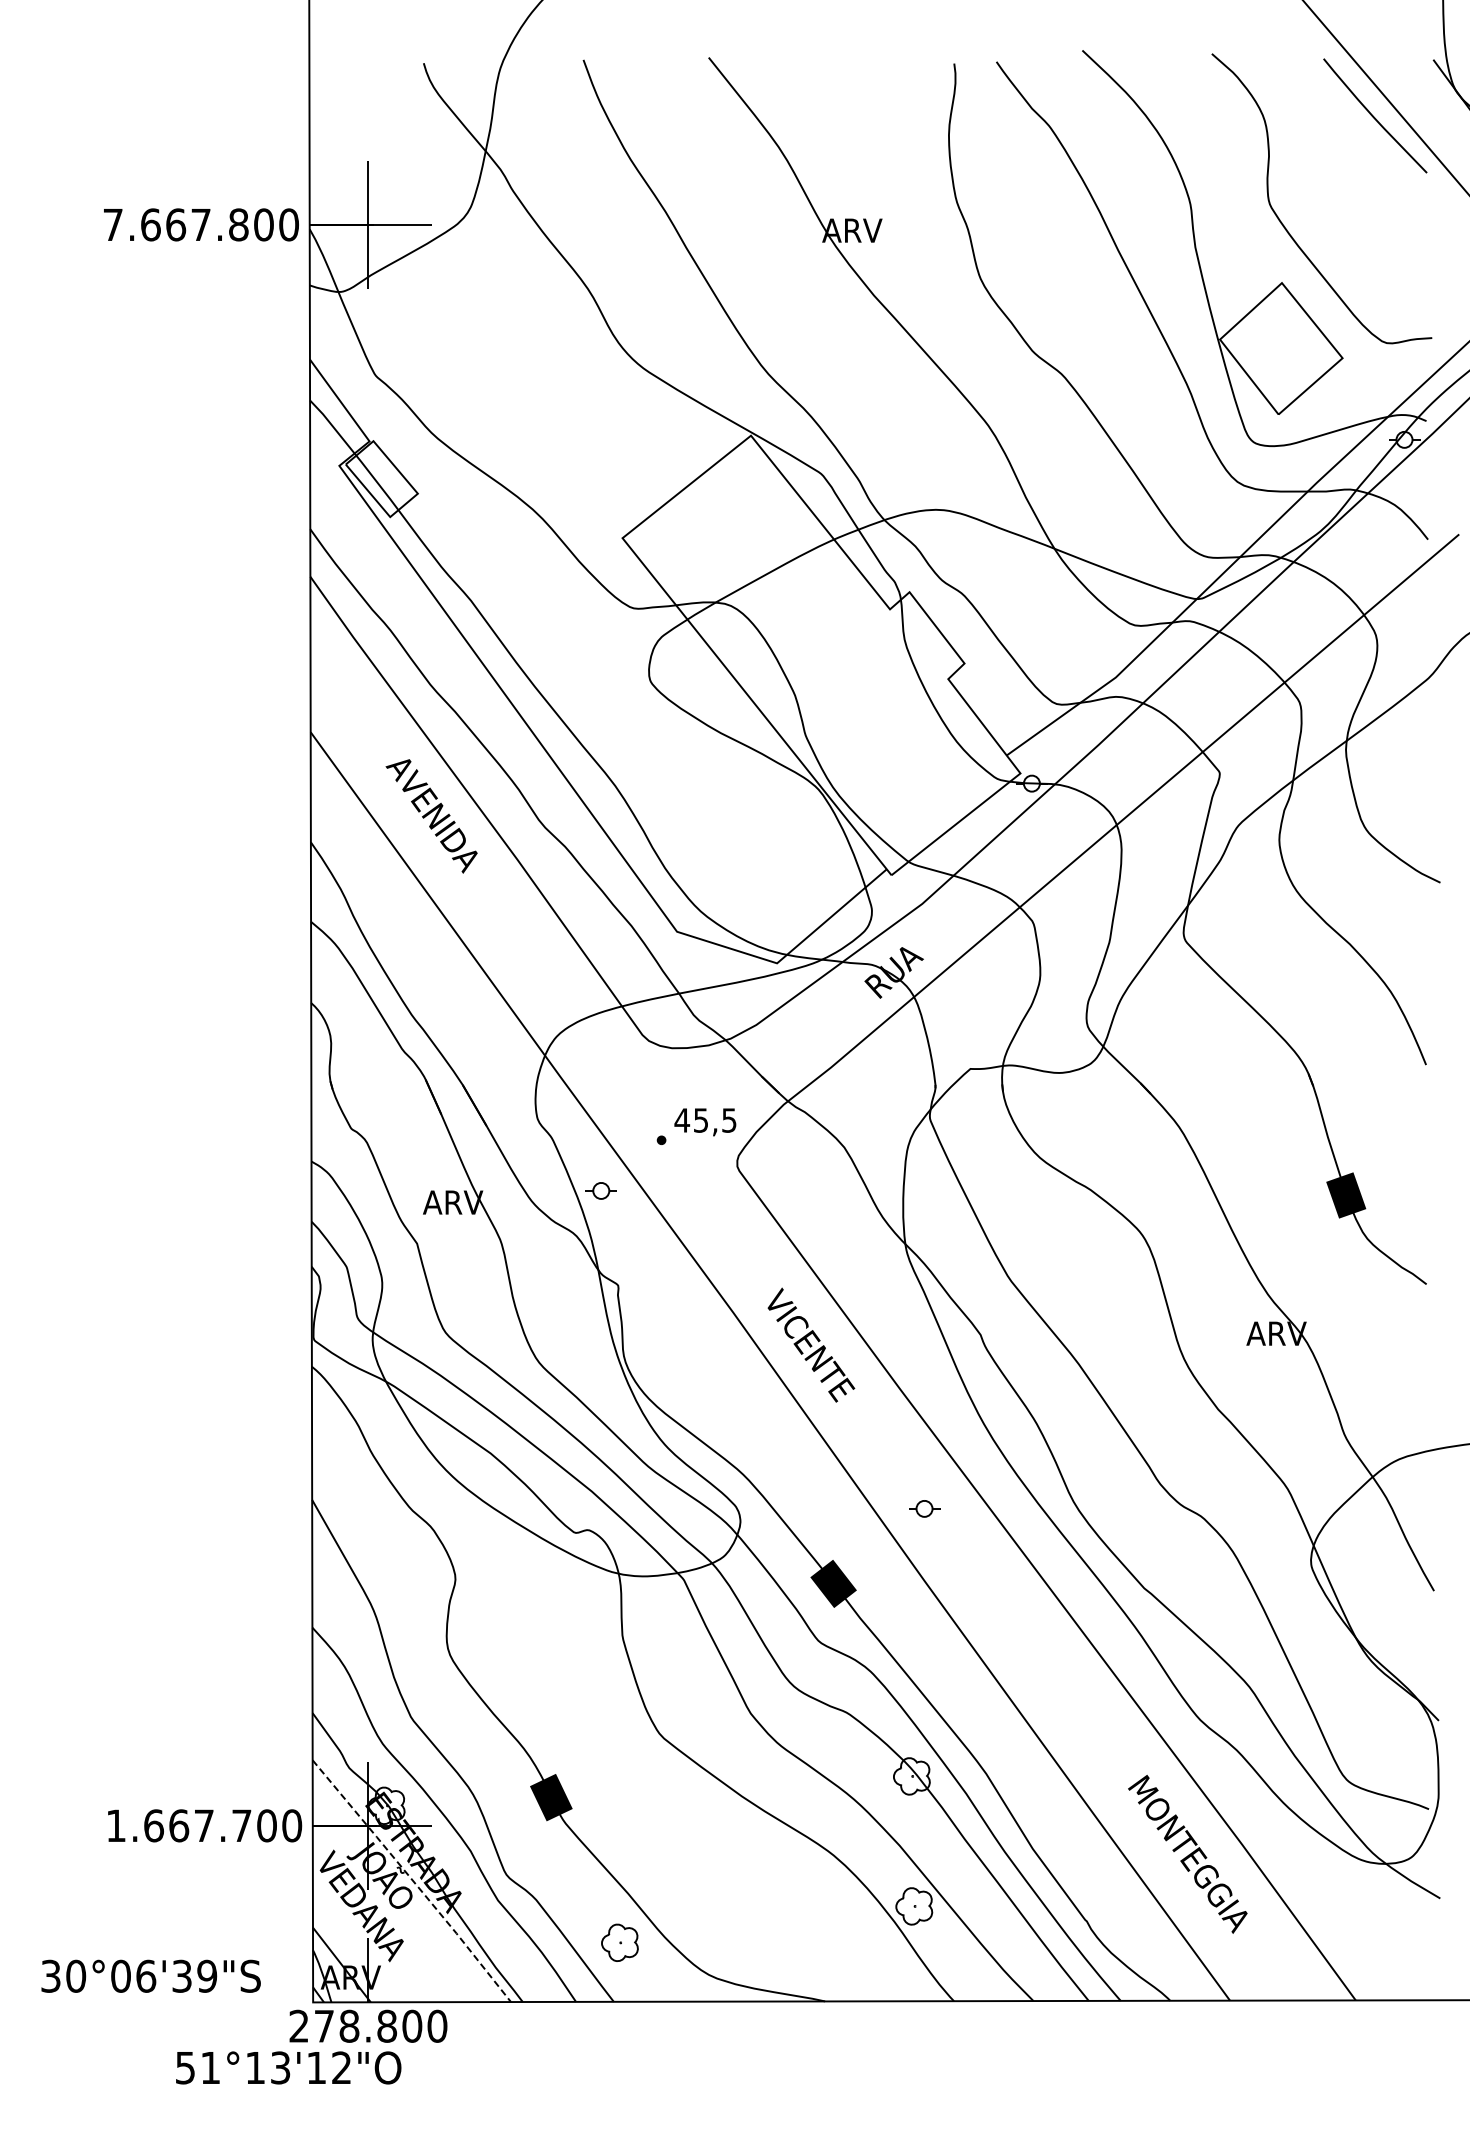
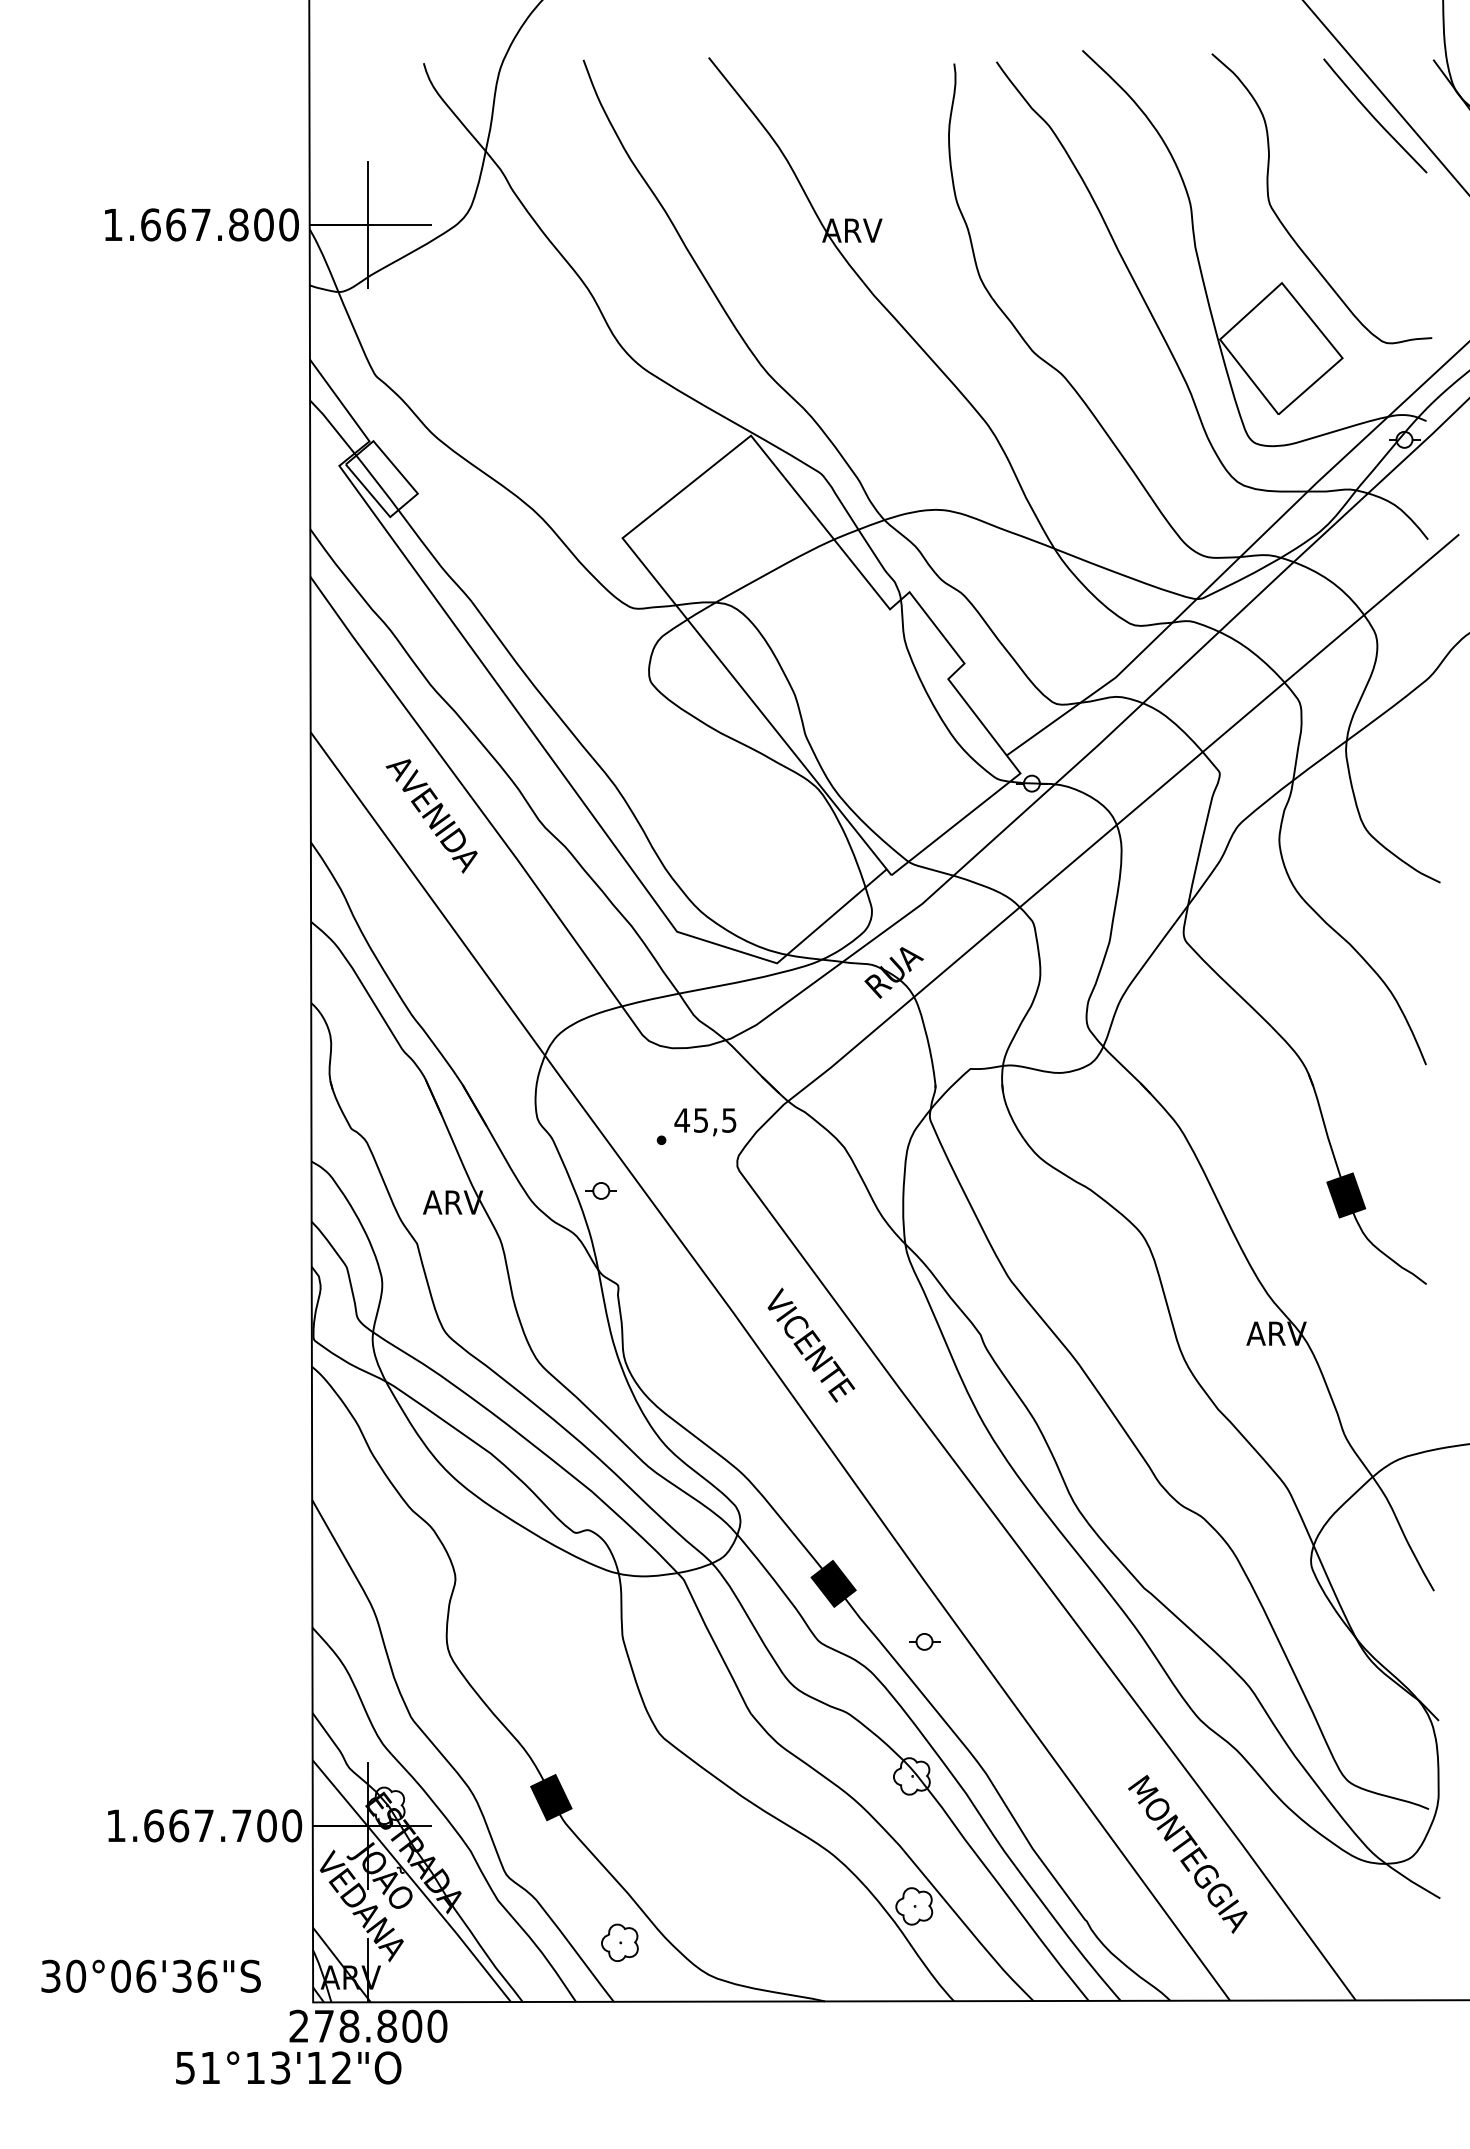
text at (113, 224): 7.667.800 -> 1.667.800
part at (924, 1508) position: (924, 1508) -> (924, 1641)
line at (412, 1880): dashed -> solid
text at (207, 1975): 30°06'39"S -> 30°06'36"S
